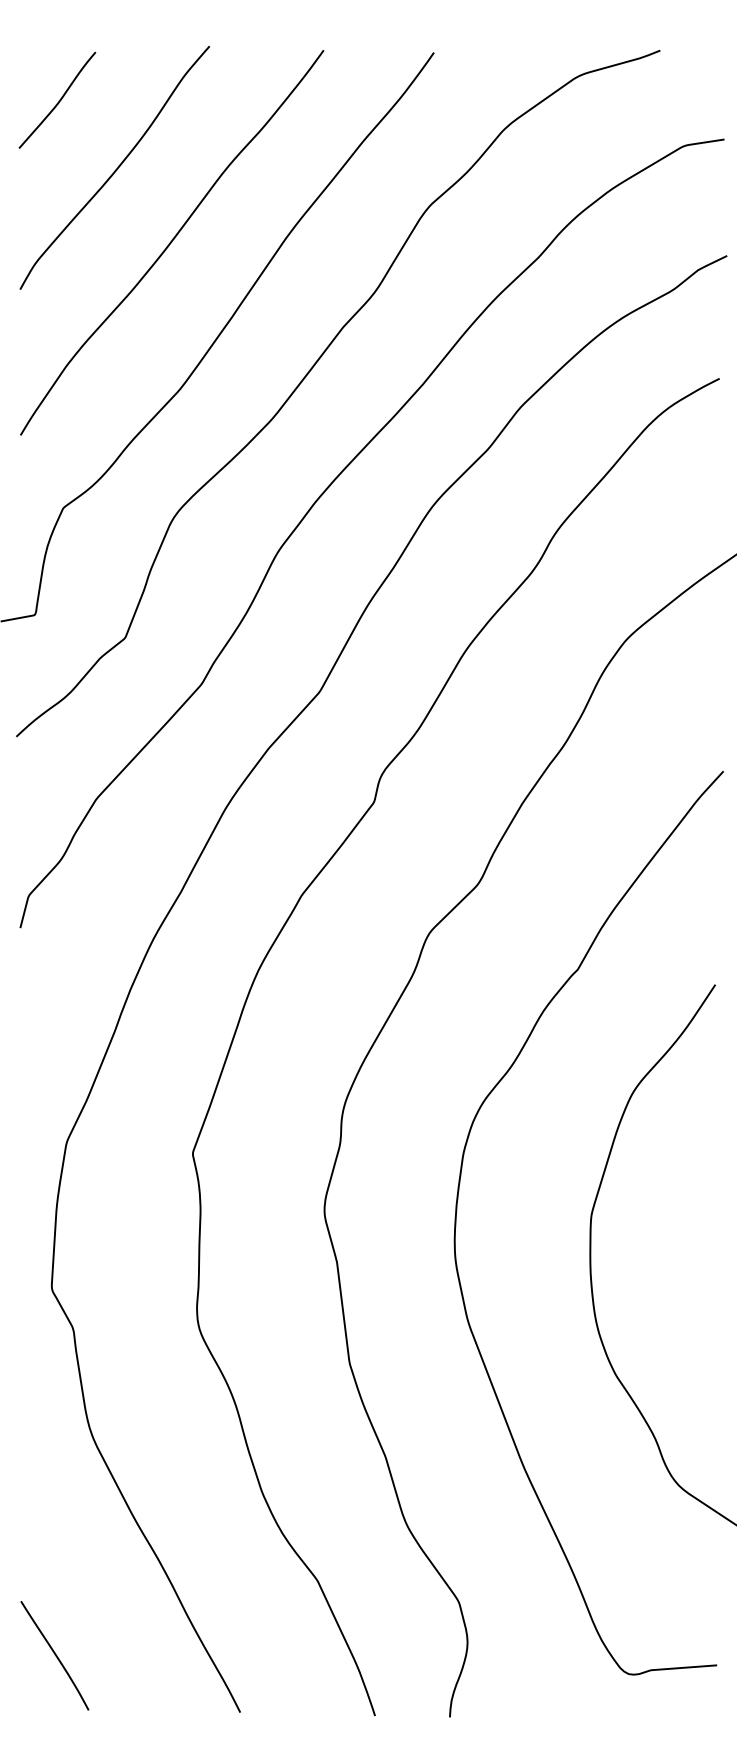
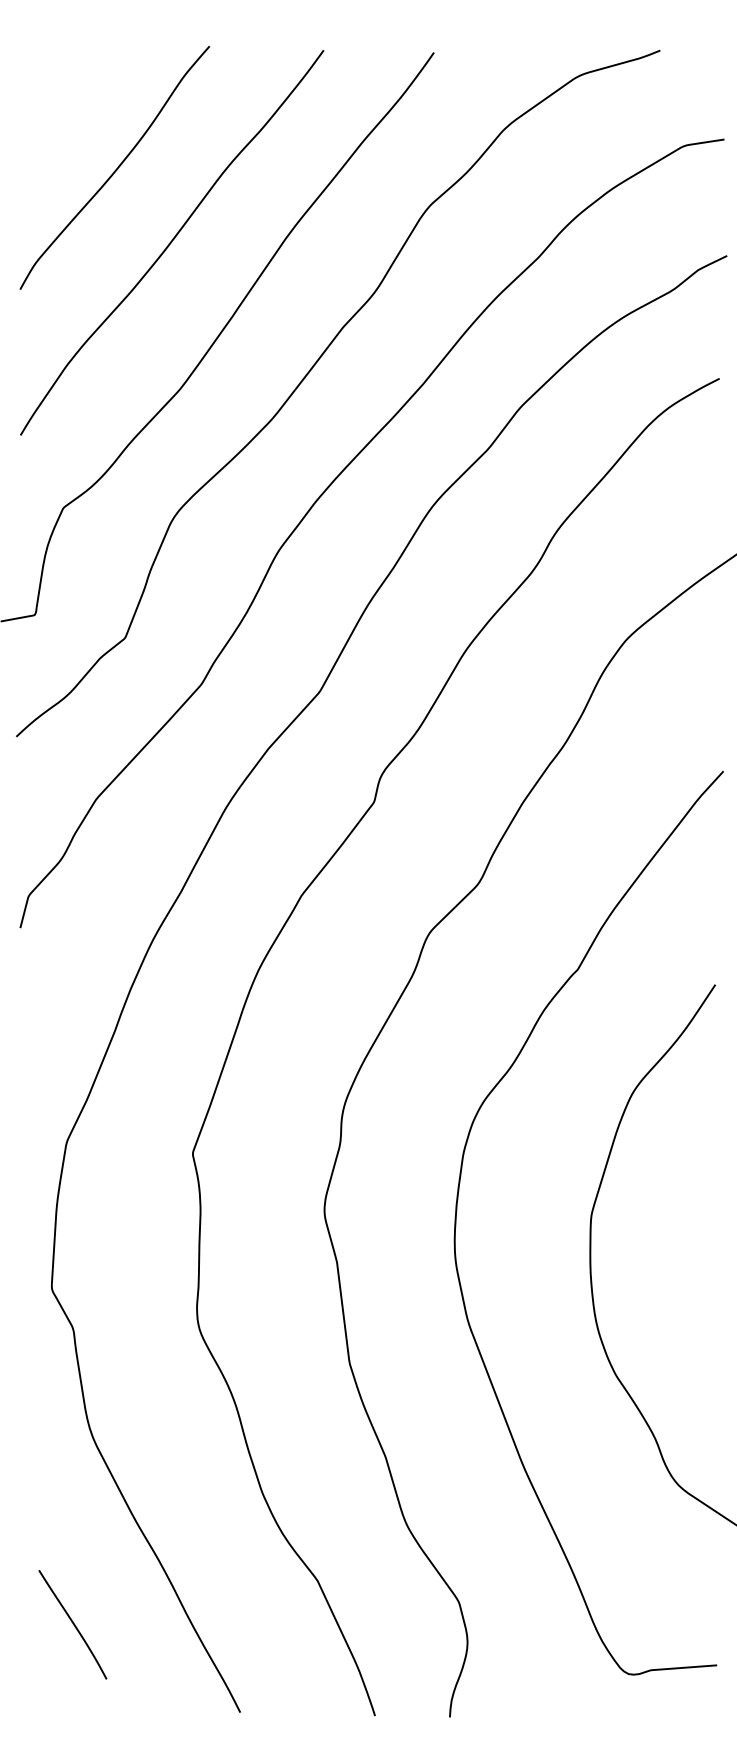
curve at (59, 99): present -> none
curve at (54, 1654) position: (54, 1654) -> (72, 1623)
